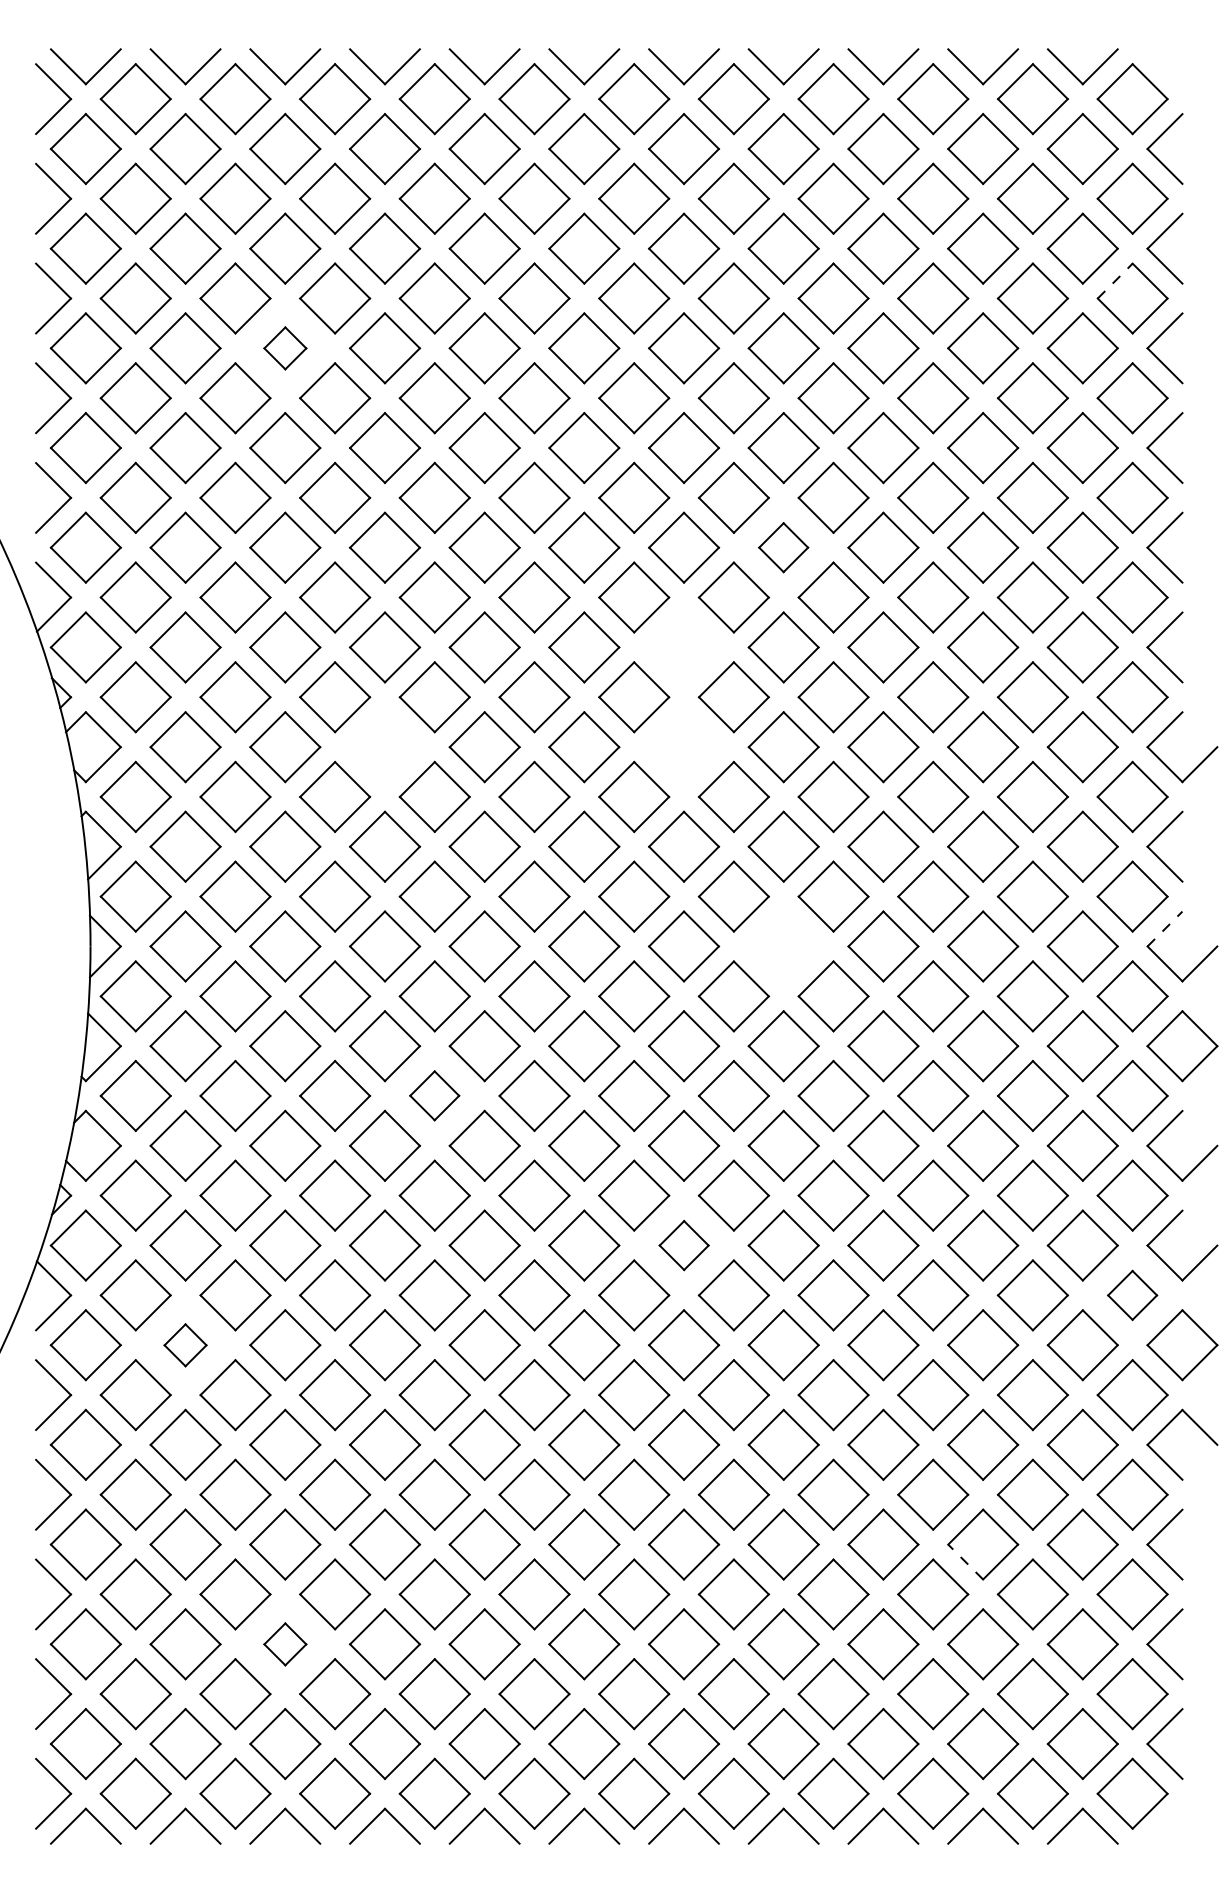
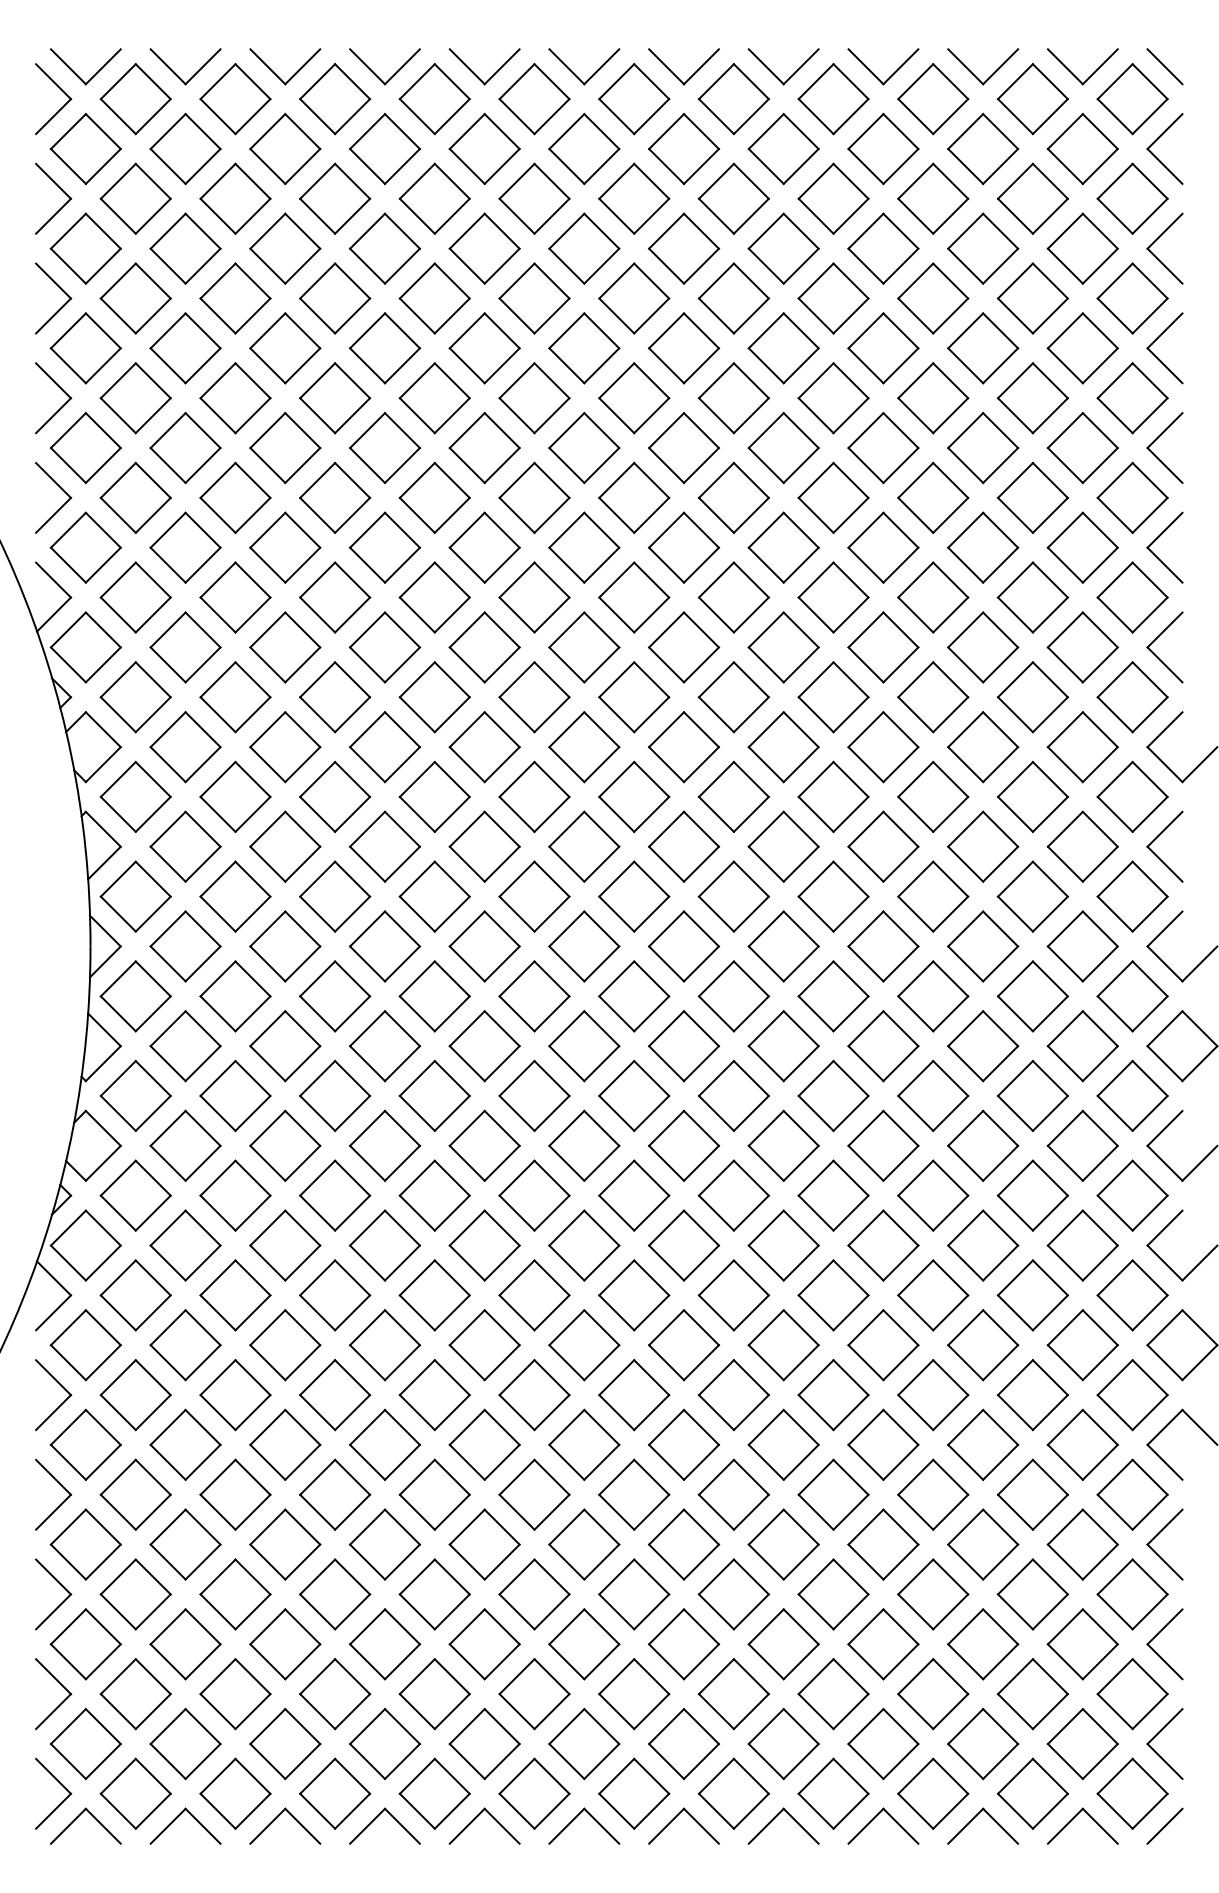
line at (1164, 66): none -> present
line at (1115, 281): dashed -> solid
part at (285, 348) size: 45x45 px -> 73x73 px
part at (783, 547) size: 52x52 px -> 73x73 px
part at (684, 647): none -> present
part at (385, 747): none -> present
part at (684, 747): none -> present
line at (1165, 929): dashed -> solid
part at (783, 946): none -> present
part at (434, 1095) size: 52x52 px -> 73x73 px
part at (683, 1245) size: 52x52 px -> 73x73 px
part at (1132, 1294) size: 52x52 px -> 73x73 px
part at (185, 1345) size: 45x45 px -> 73x73 px
line at (965, 1562): dashed -> solid
part at (285, 1644) size: 45x45 px -> 73x73 px
line at (1164, 1825): none -> present
